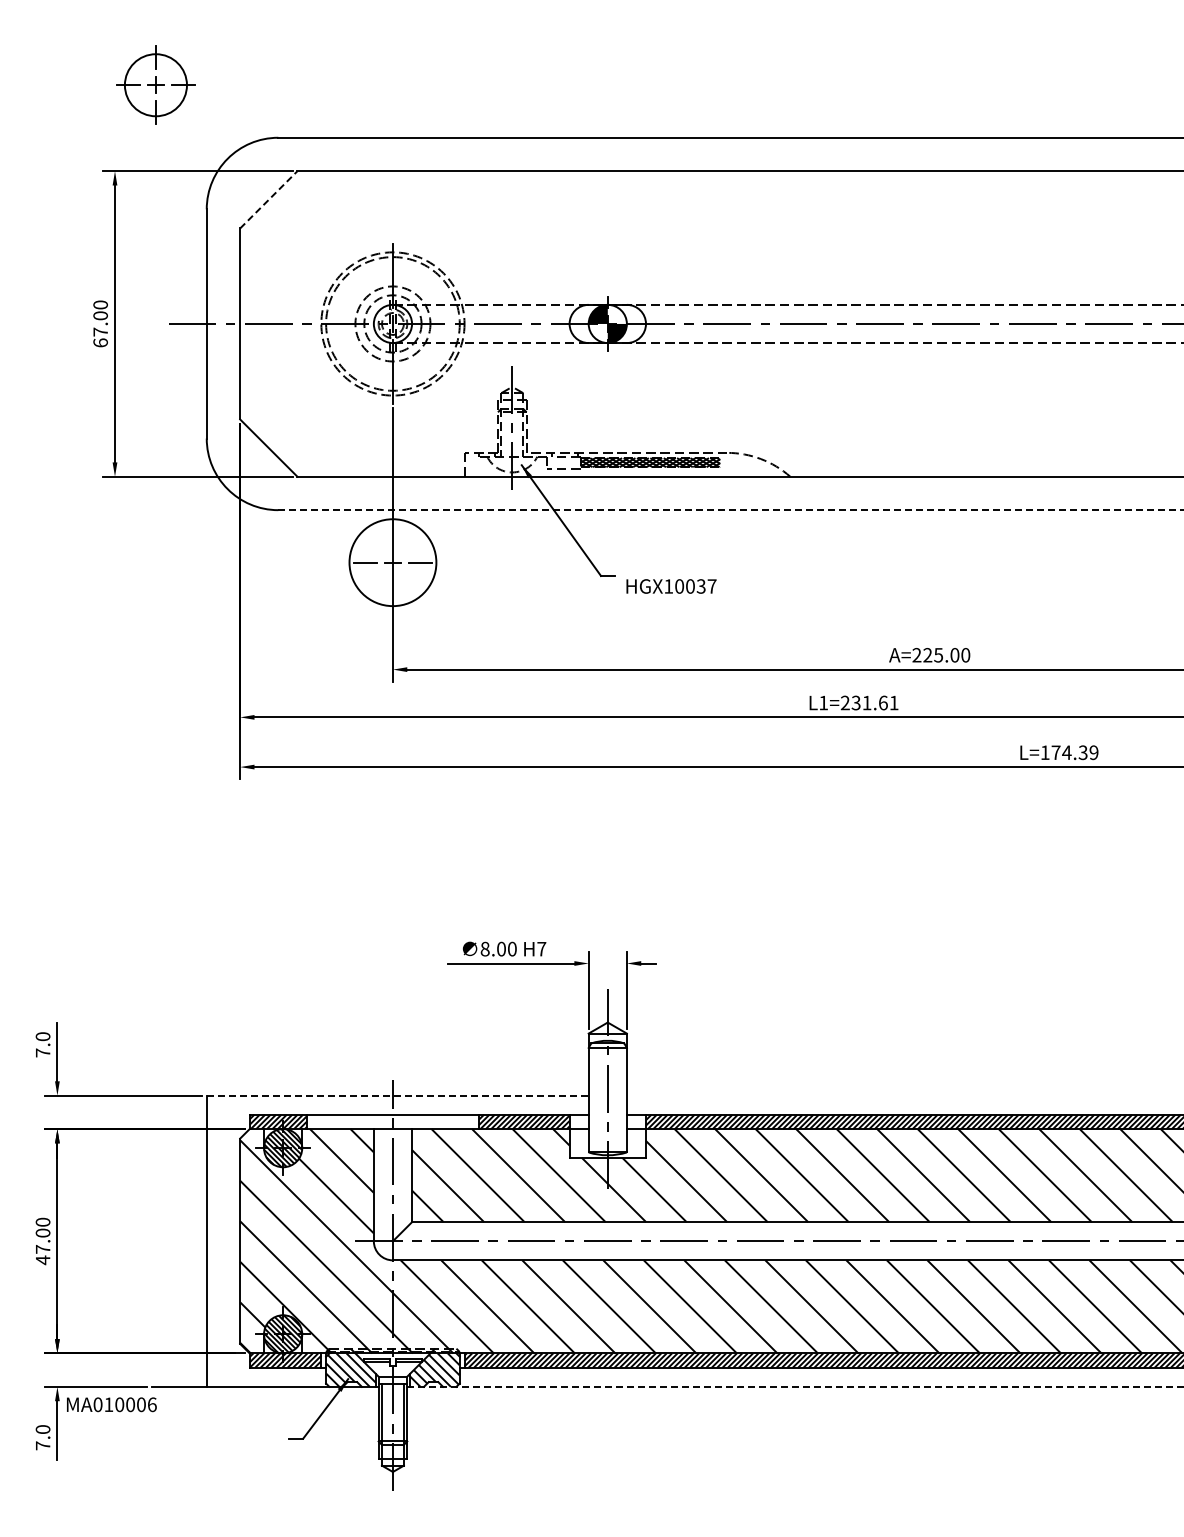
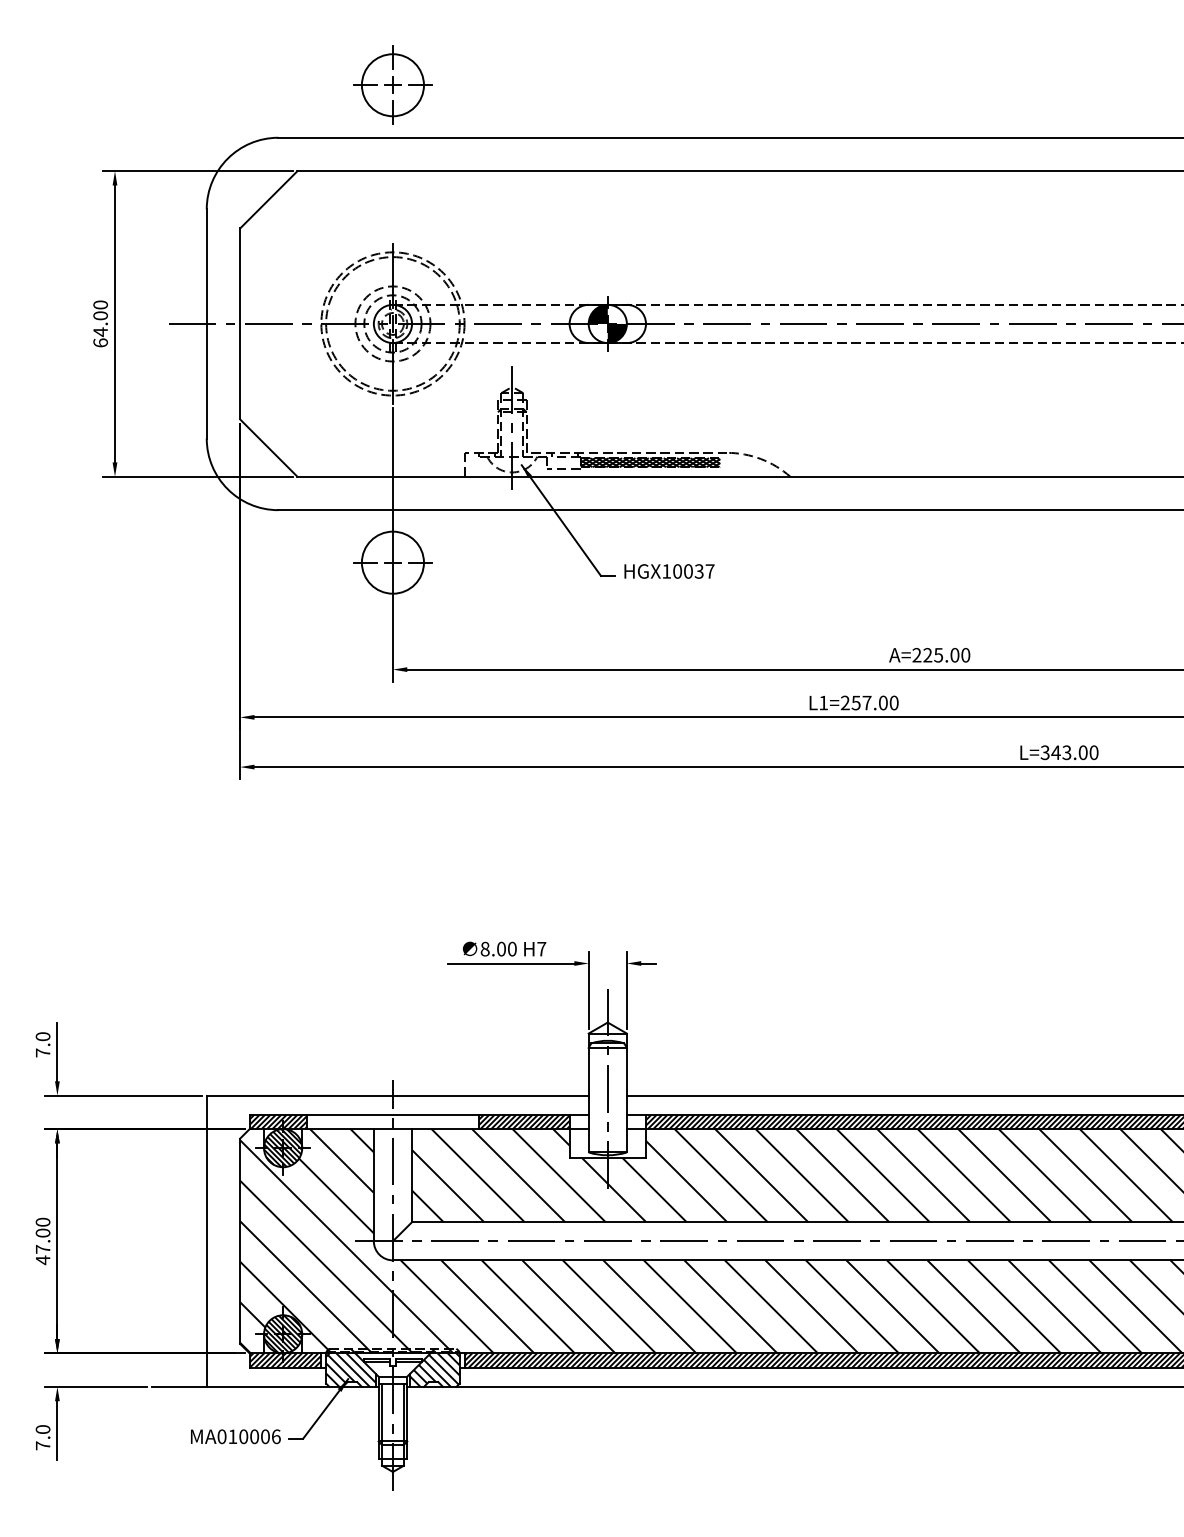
part at (155, 84) position: (155, 84) -> (392, 84)
line at (268, 199): dashed -> solid
text at (100, 332): 67.00 -> 64.00
line at (731, 510): dashed -> solid
circle at (392, 562) diameter: 87 px -> 62 px
text at (671, 586) position: (671, 586) -> (669, 571)
text at (875, 702): L1=231.61 -> L1=257.00
text at (1069, 752): L=174.39 -> L=343.00
line at (397, 1095): dashed -> solid
line at (903, 1095): none -> present
line at (795, 1386): dashed -> solid
text at (111, 1404) position: (111, 1404) -> (235, 1436)
